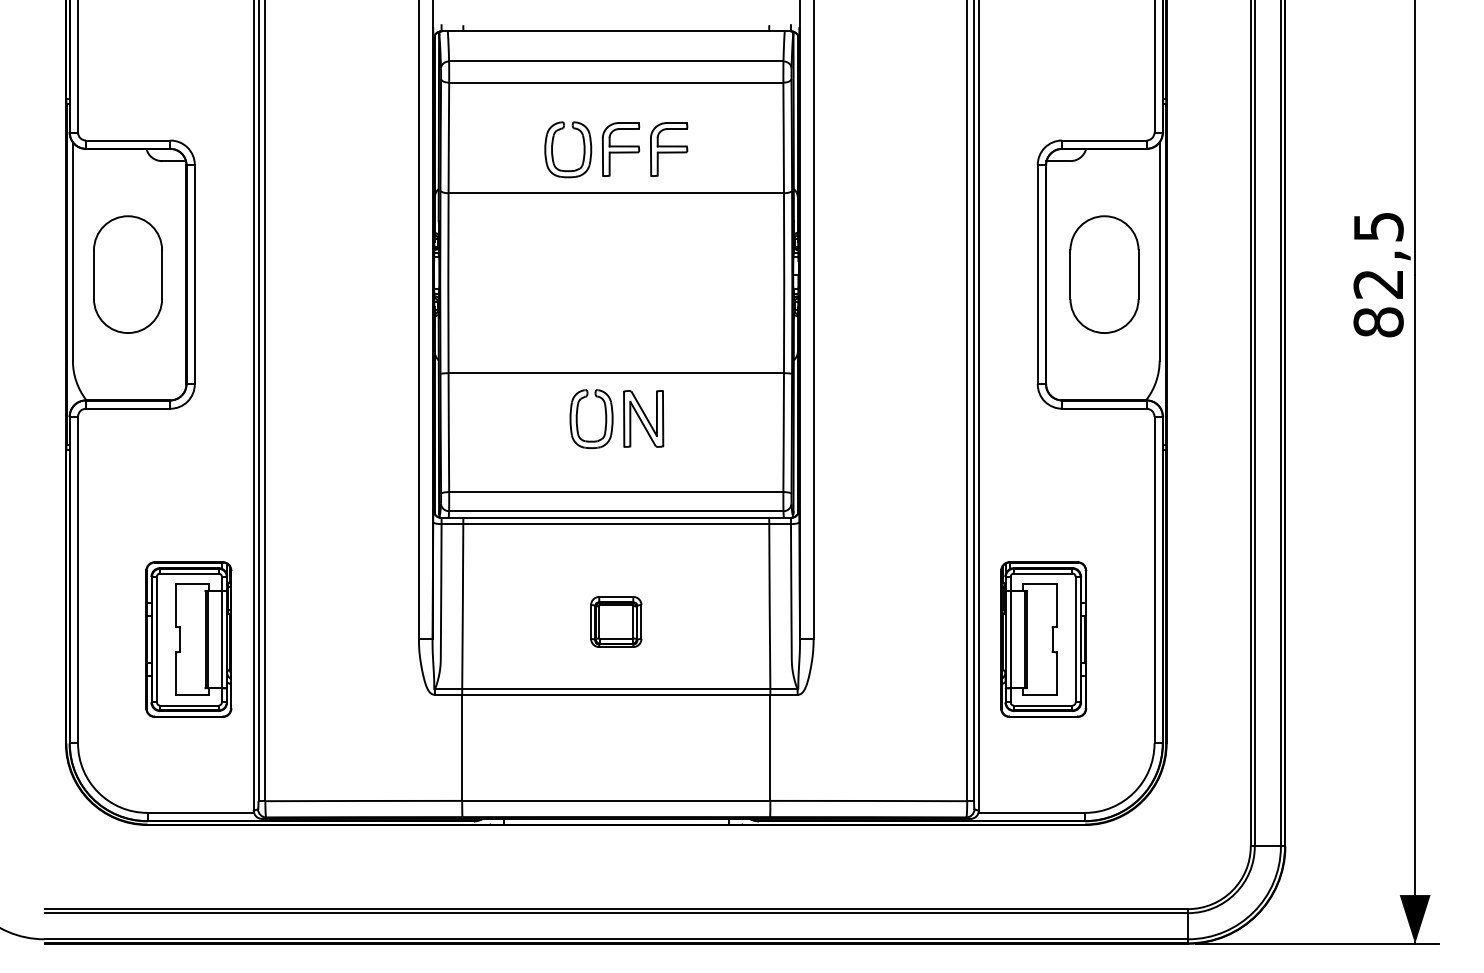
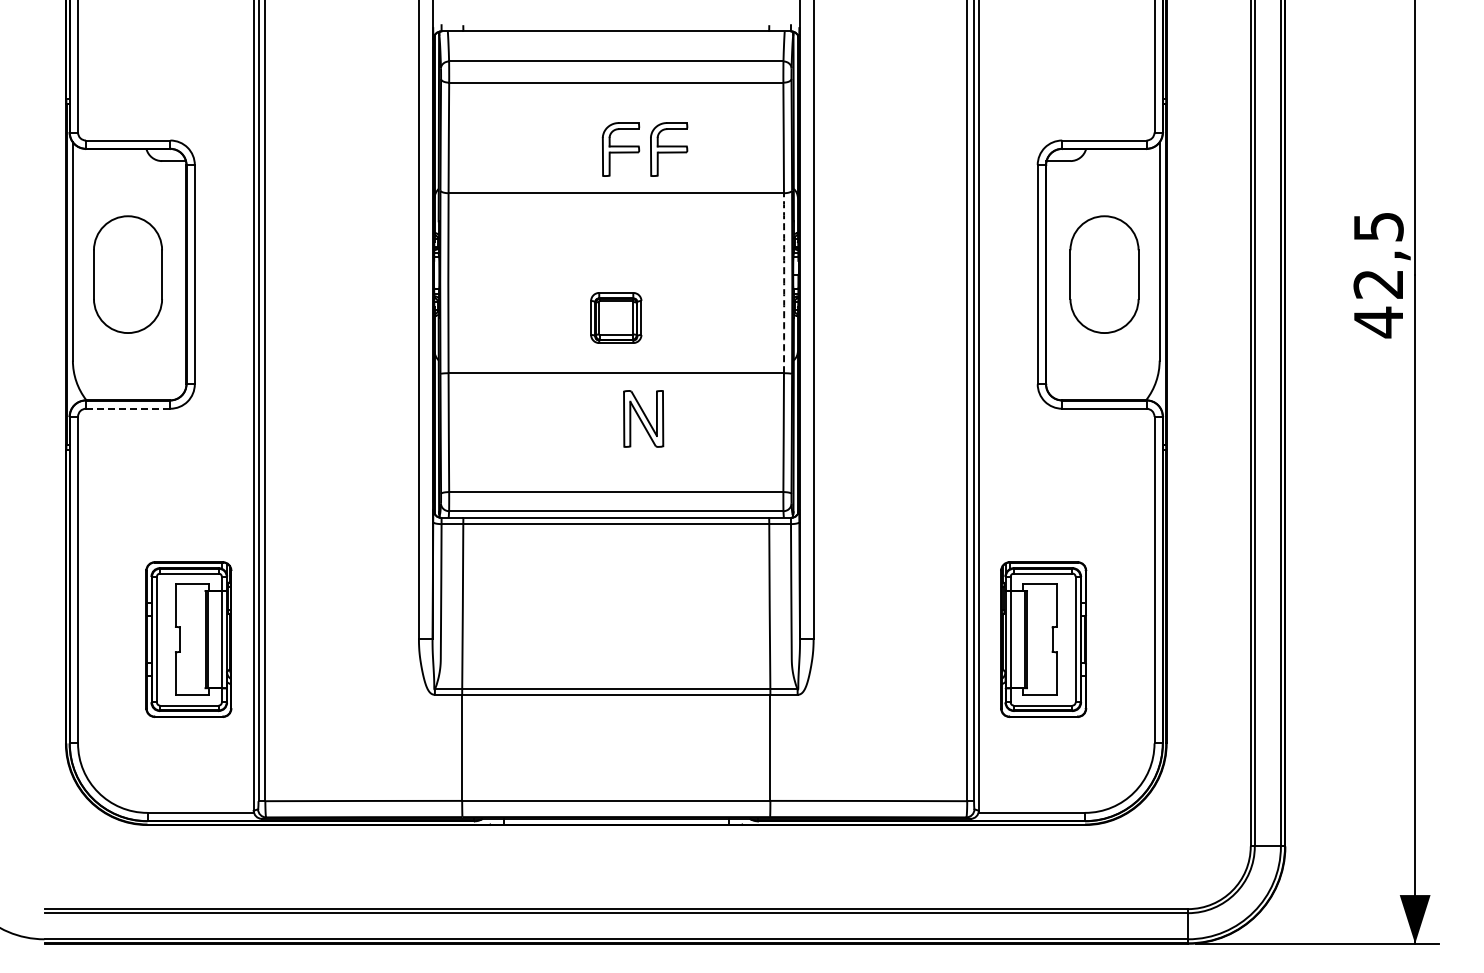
part at (583, 149): present -> none
arc at (784, 283): solid -> dashed
text at (1378, 322): 82,5 -> 42,5
line at (127, 408): solid -> dashed
part at (577, 418): present -> none
part at (616, 621) position: (616, 621) -> (616, 317)
